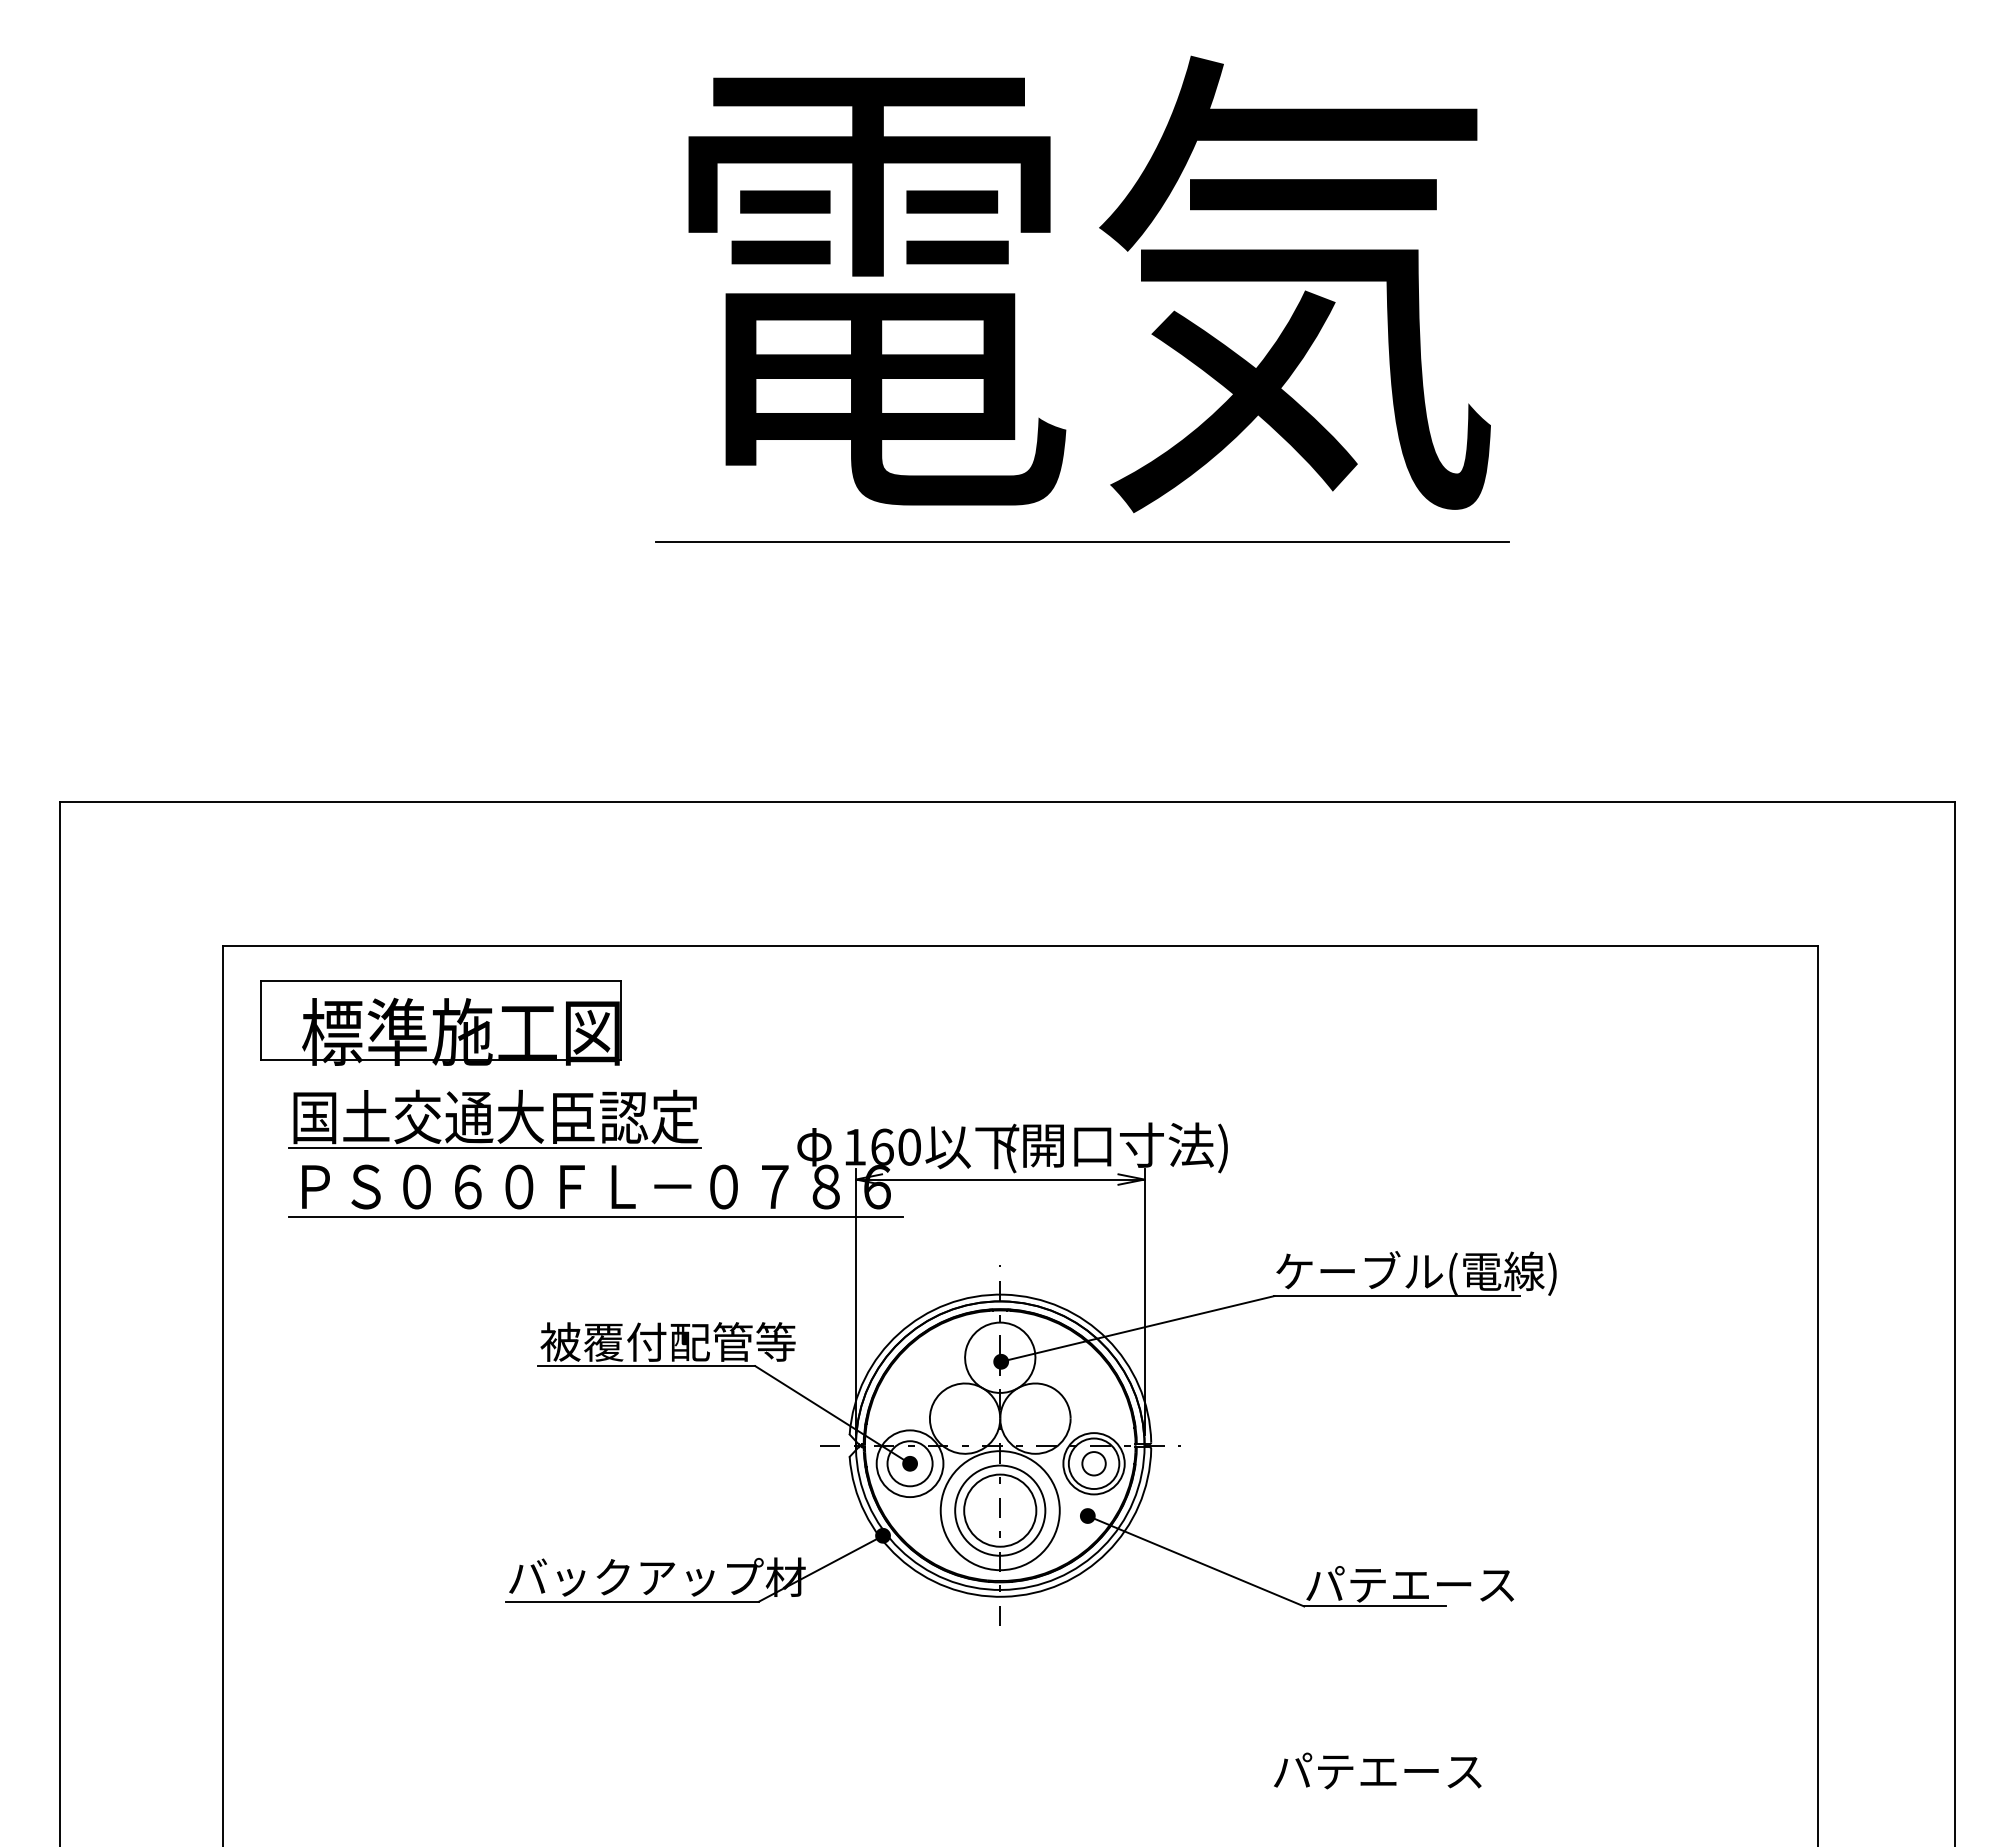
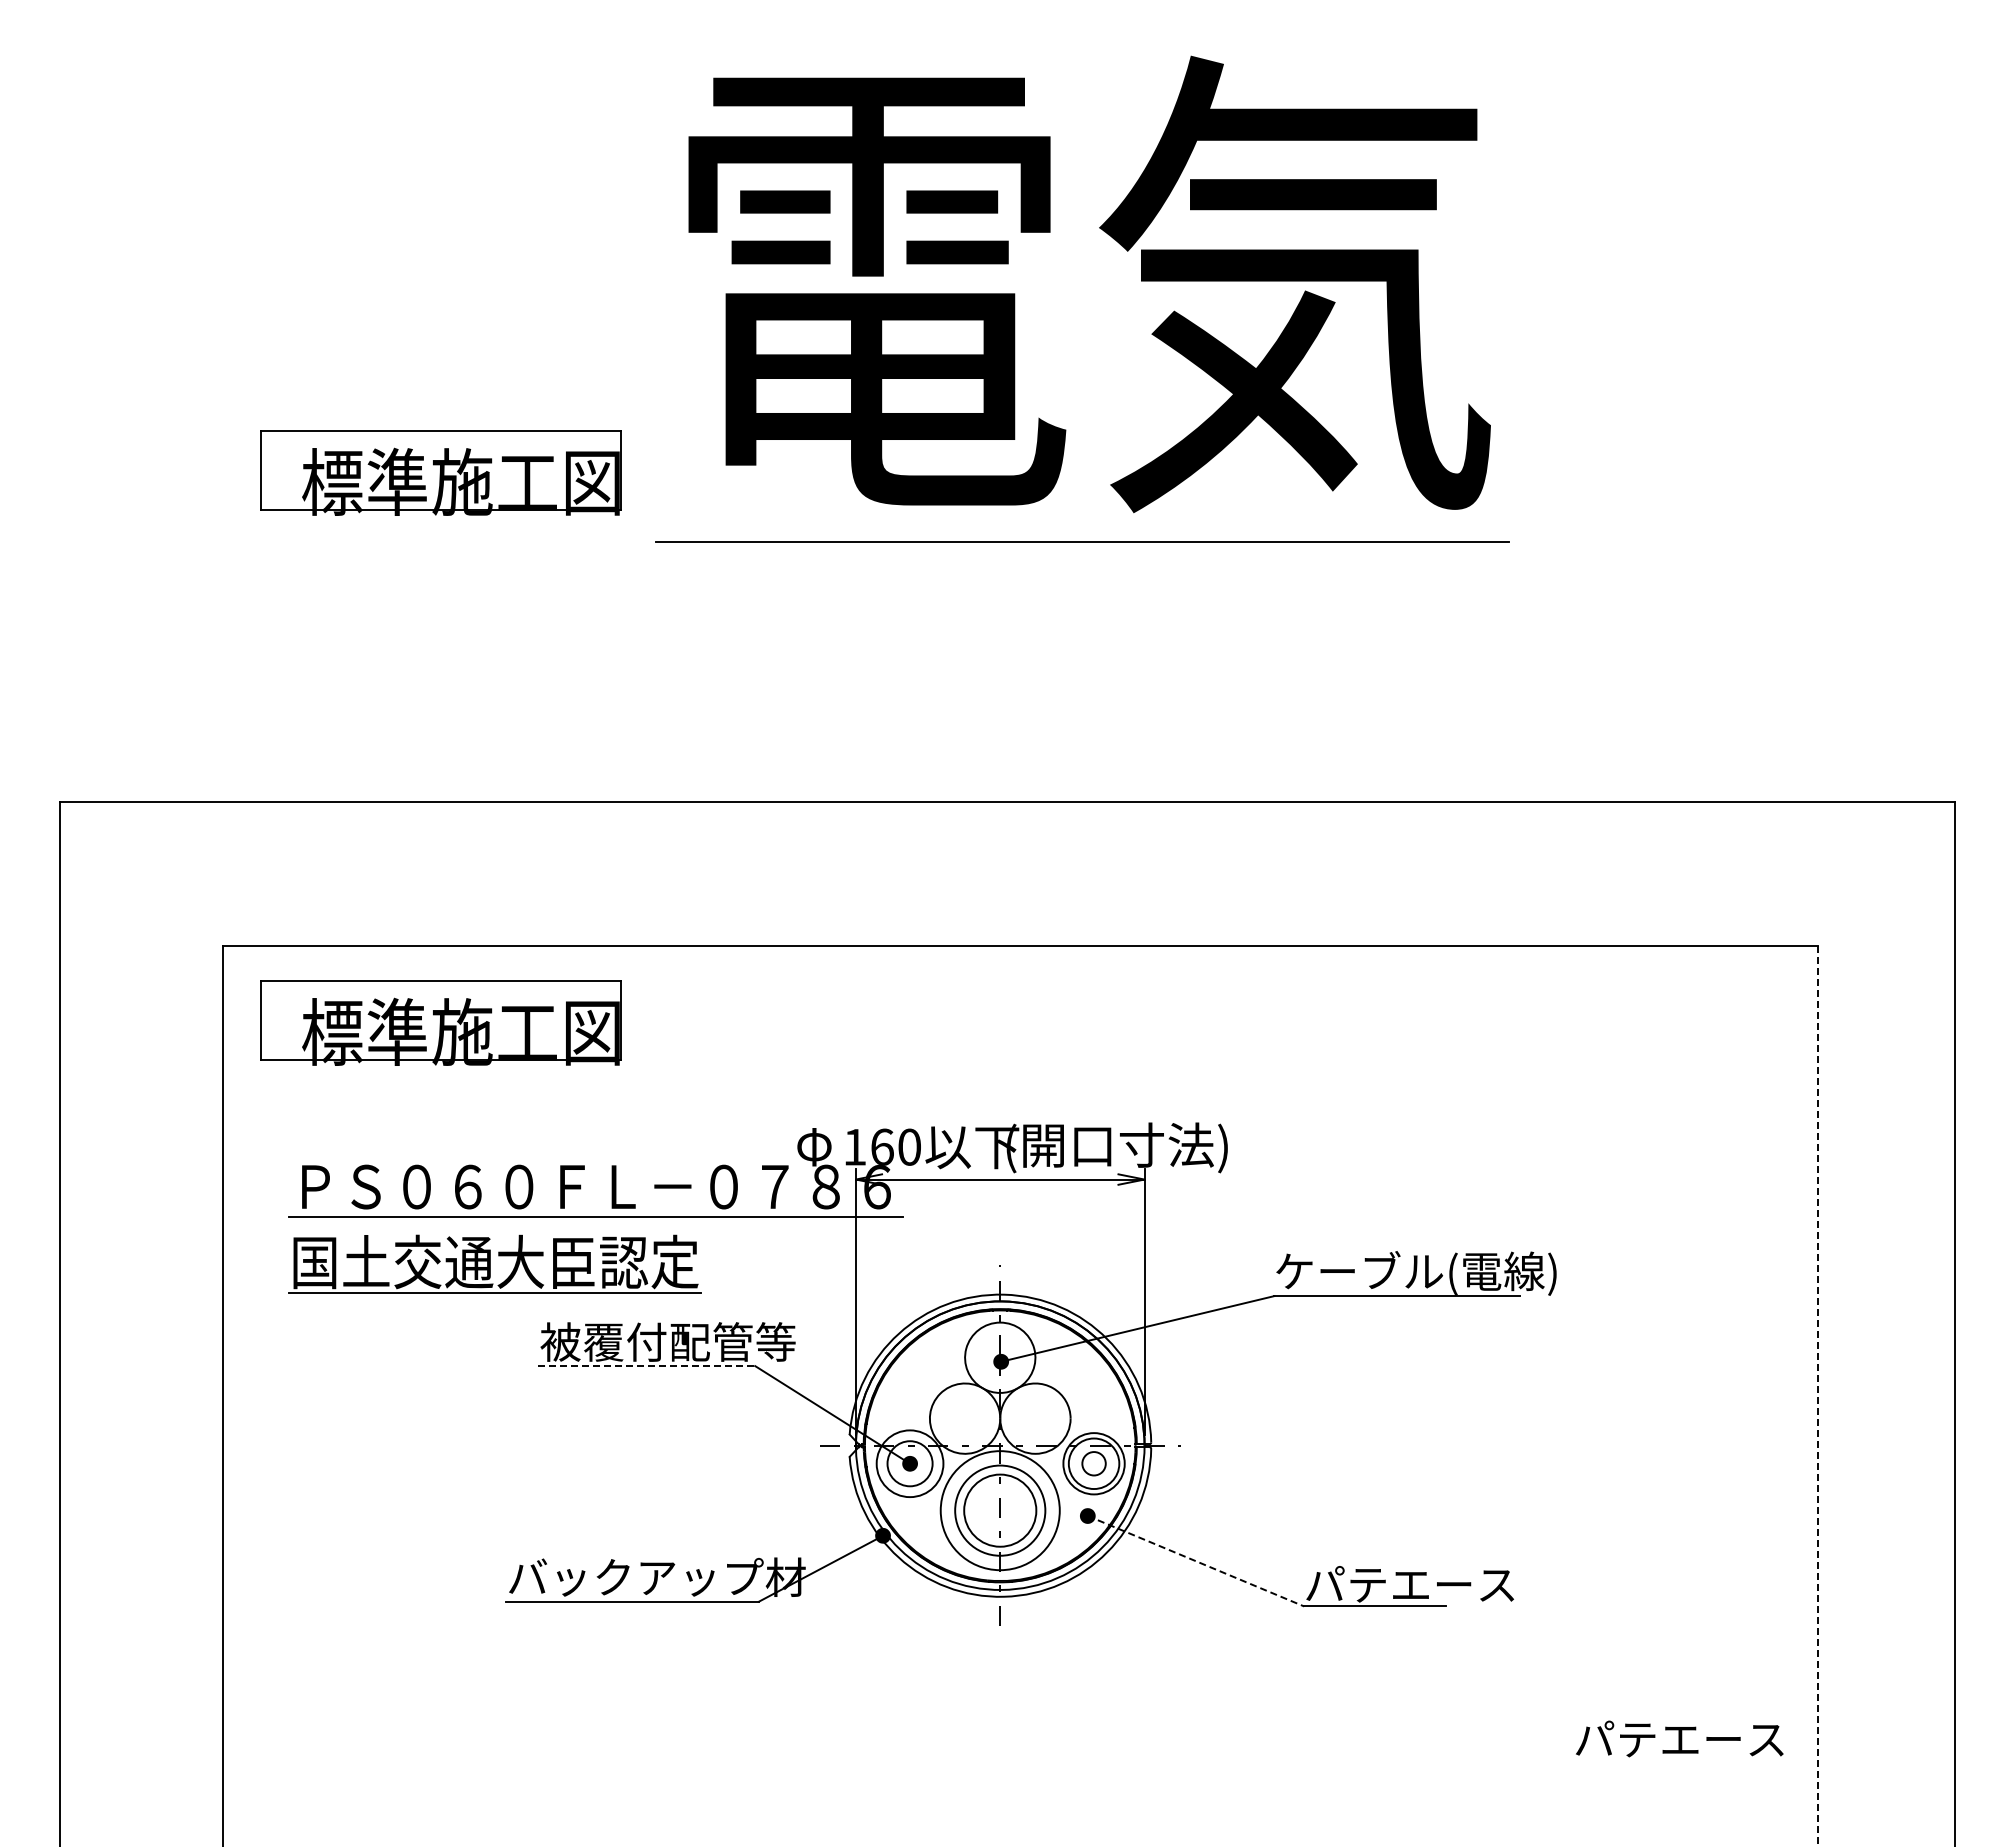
part at (440, 472): none -> present
part at (494, 1118) position: (494, 1118) -> (494, 1263)
line at (647, 1366): solid -> dashed
line at (1818, 1396): solid -> dashed
line at (1196, 1561): solid -> dashed
text at (1377, 1770) position: (1377, 1770) -> (1679, 1738)
